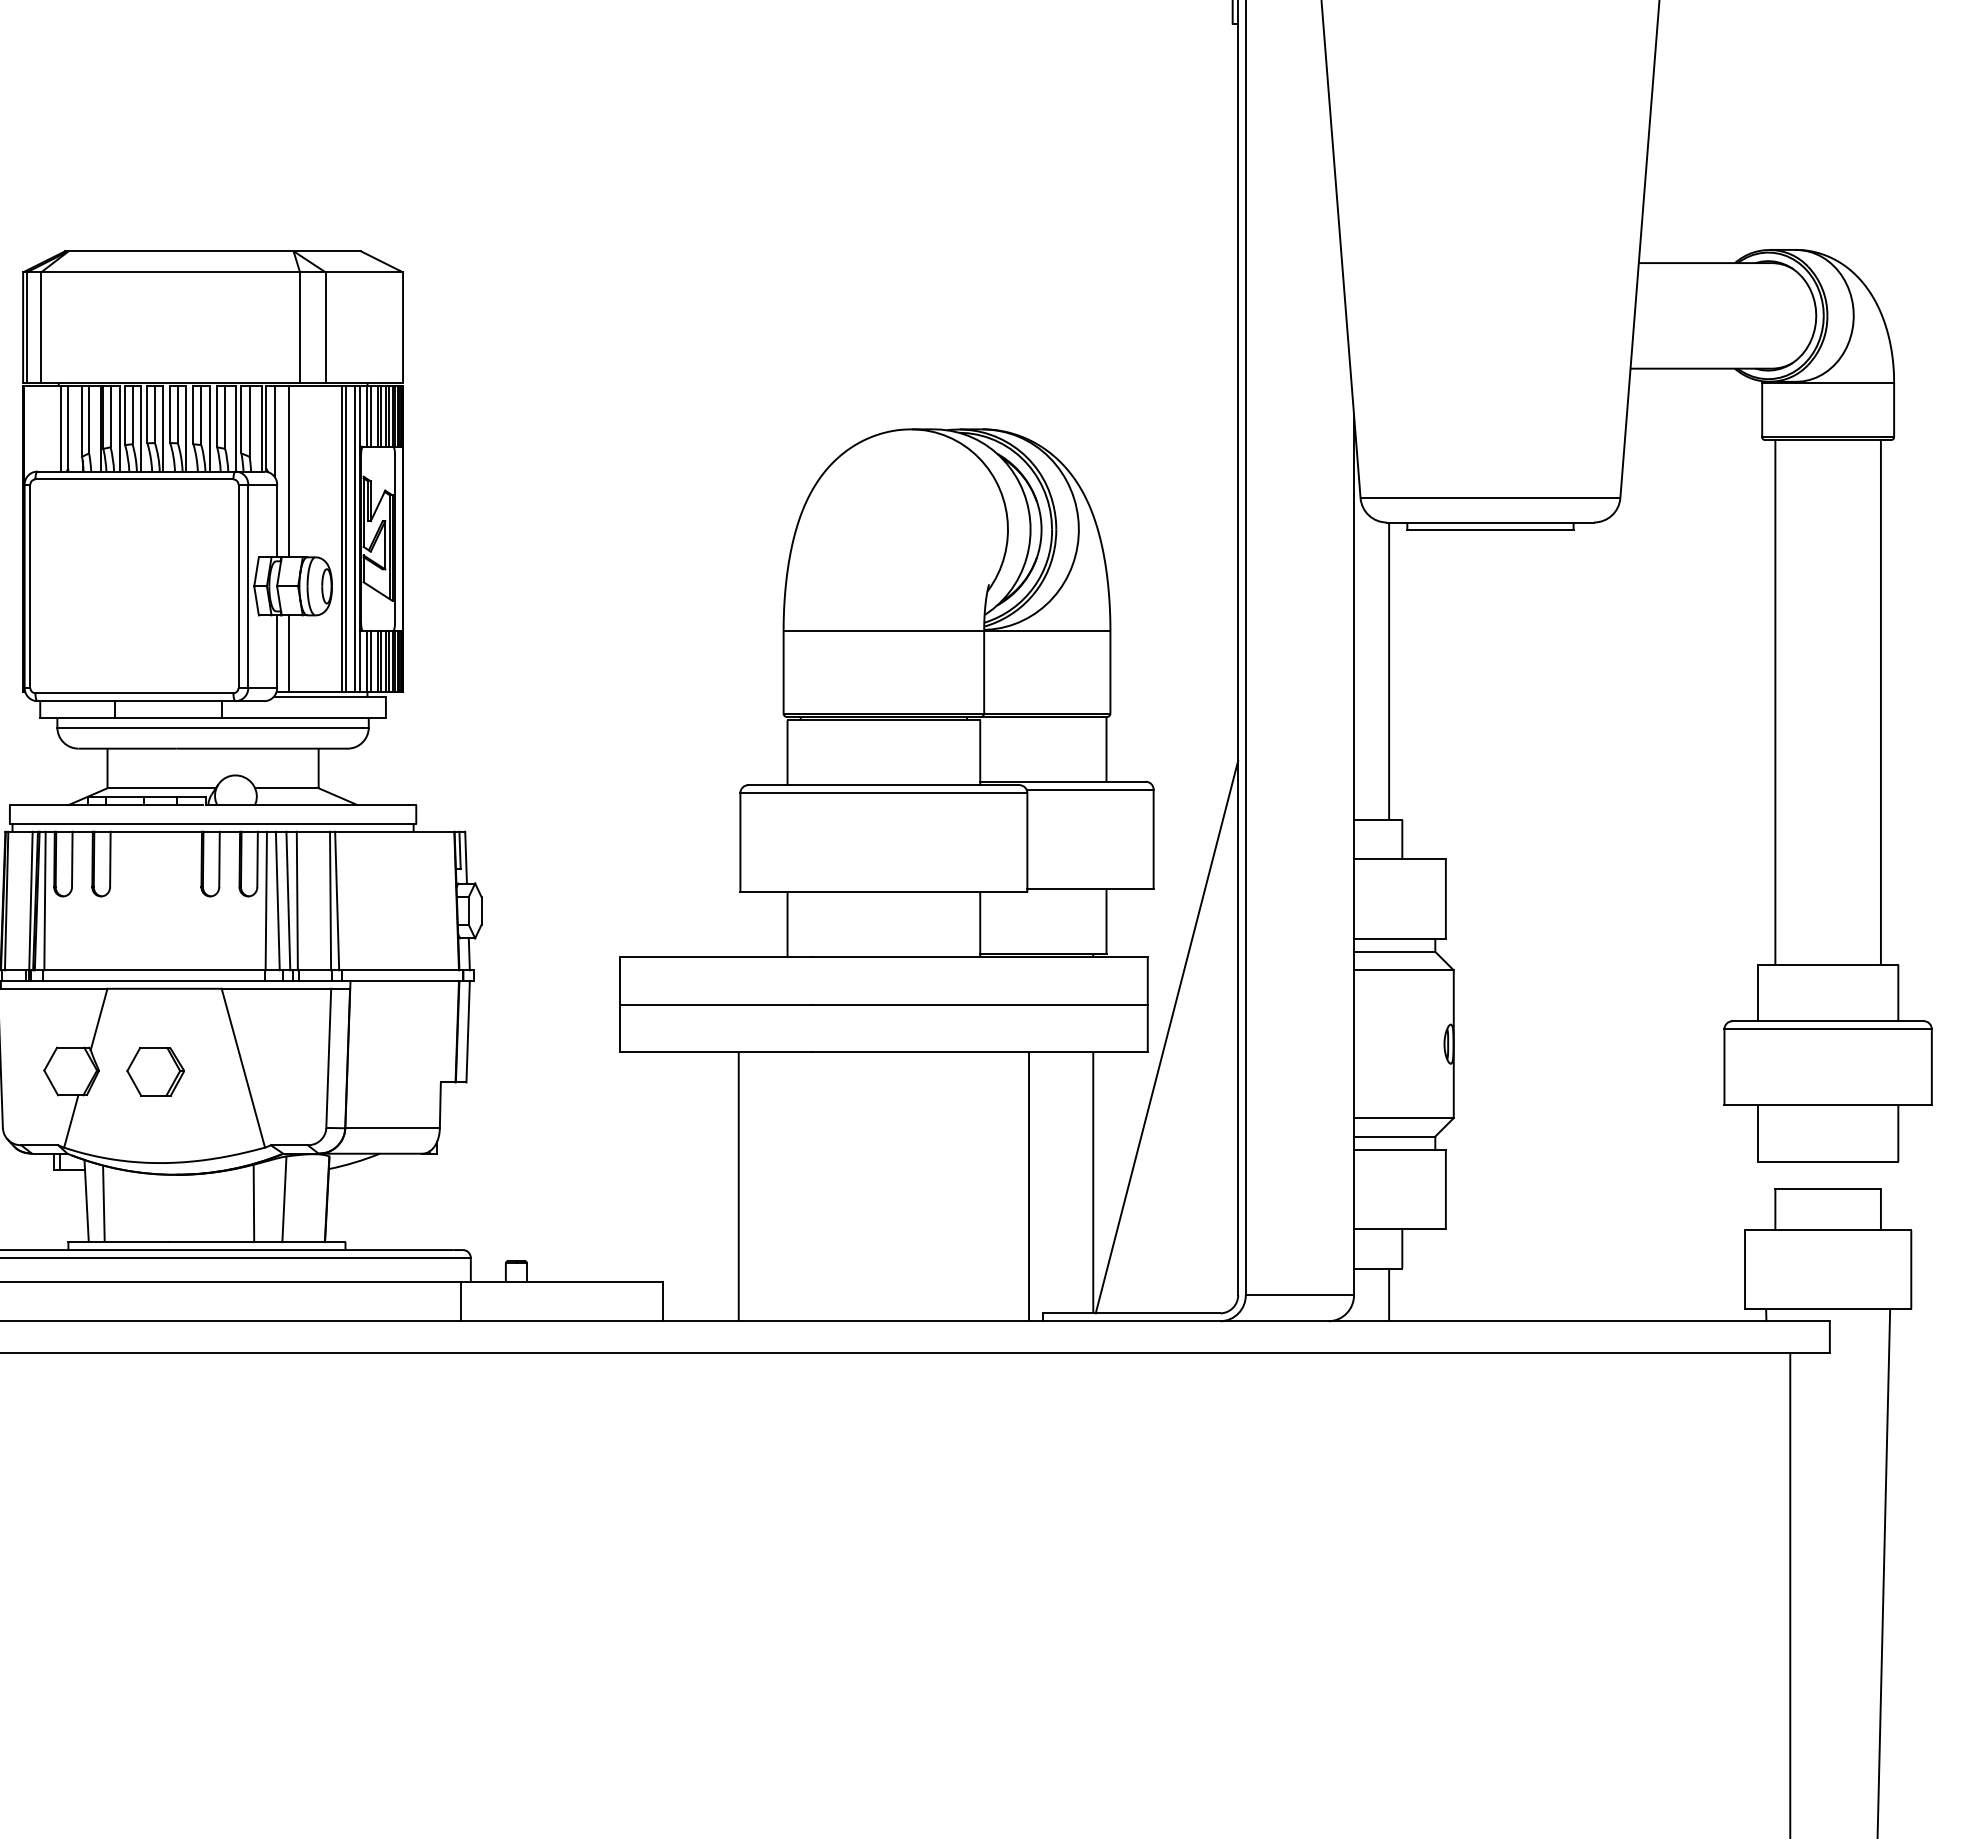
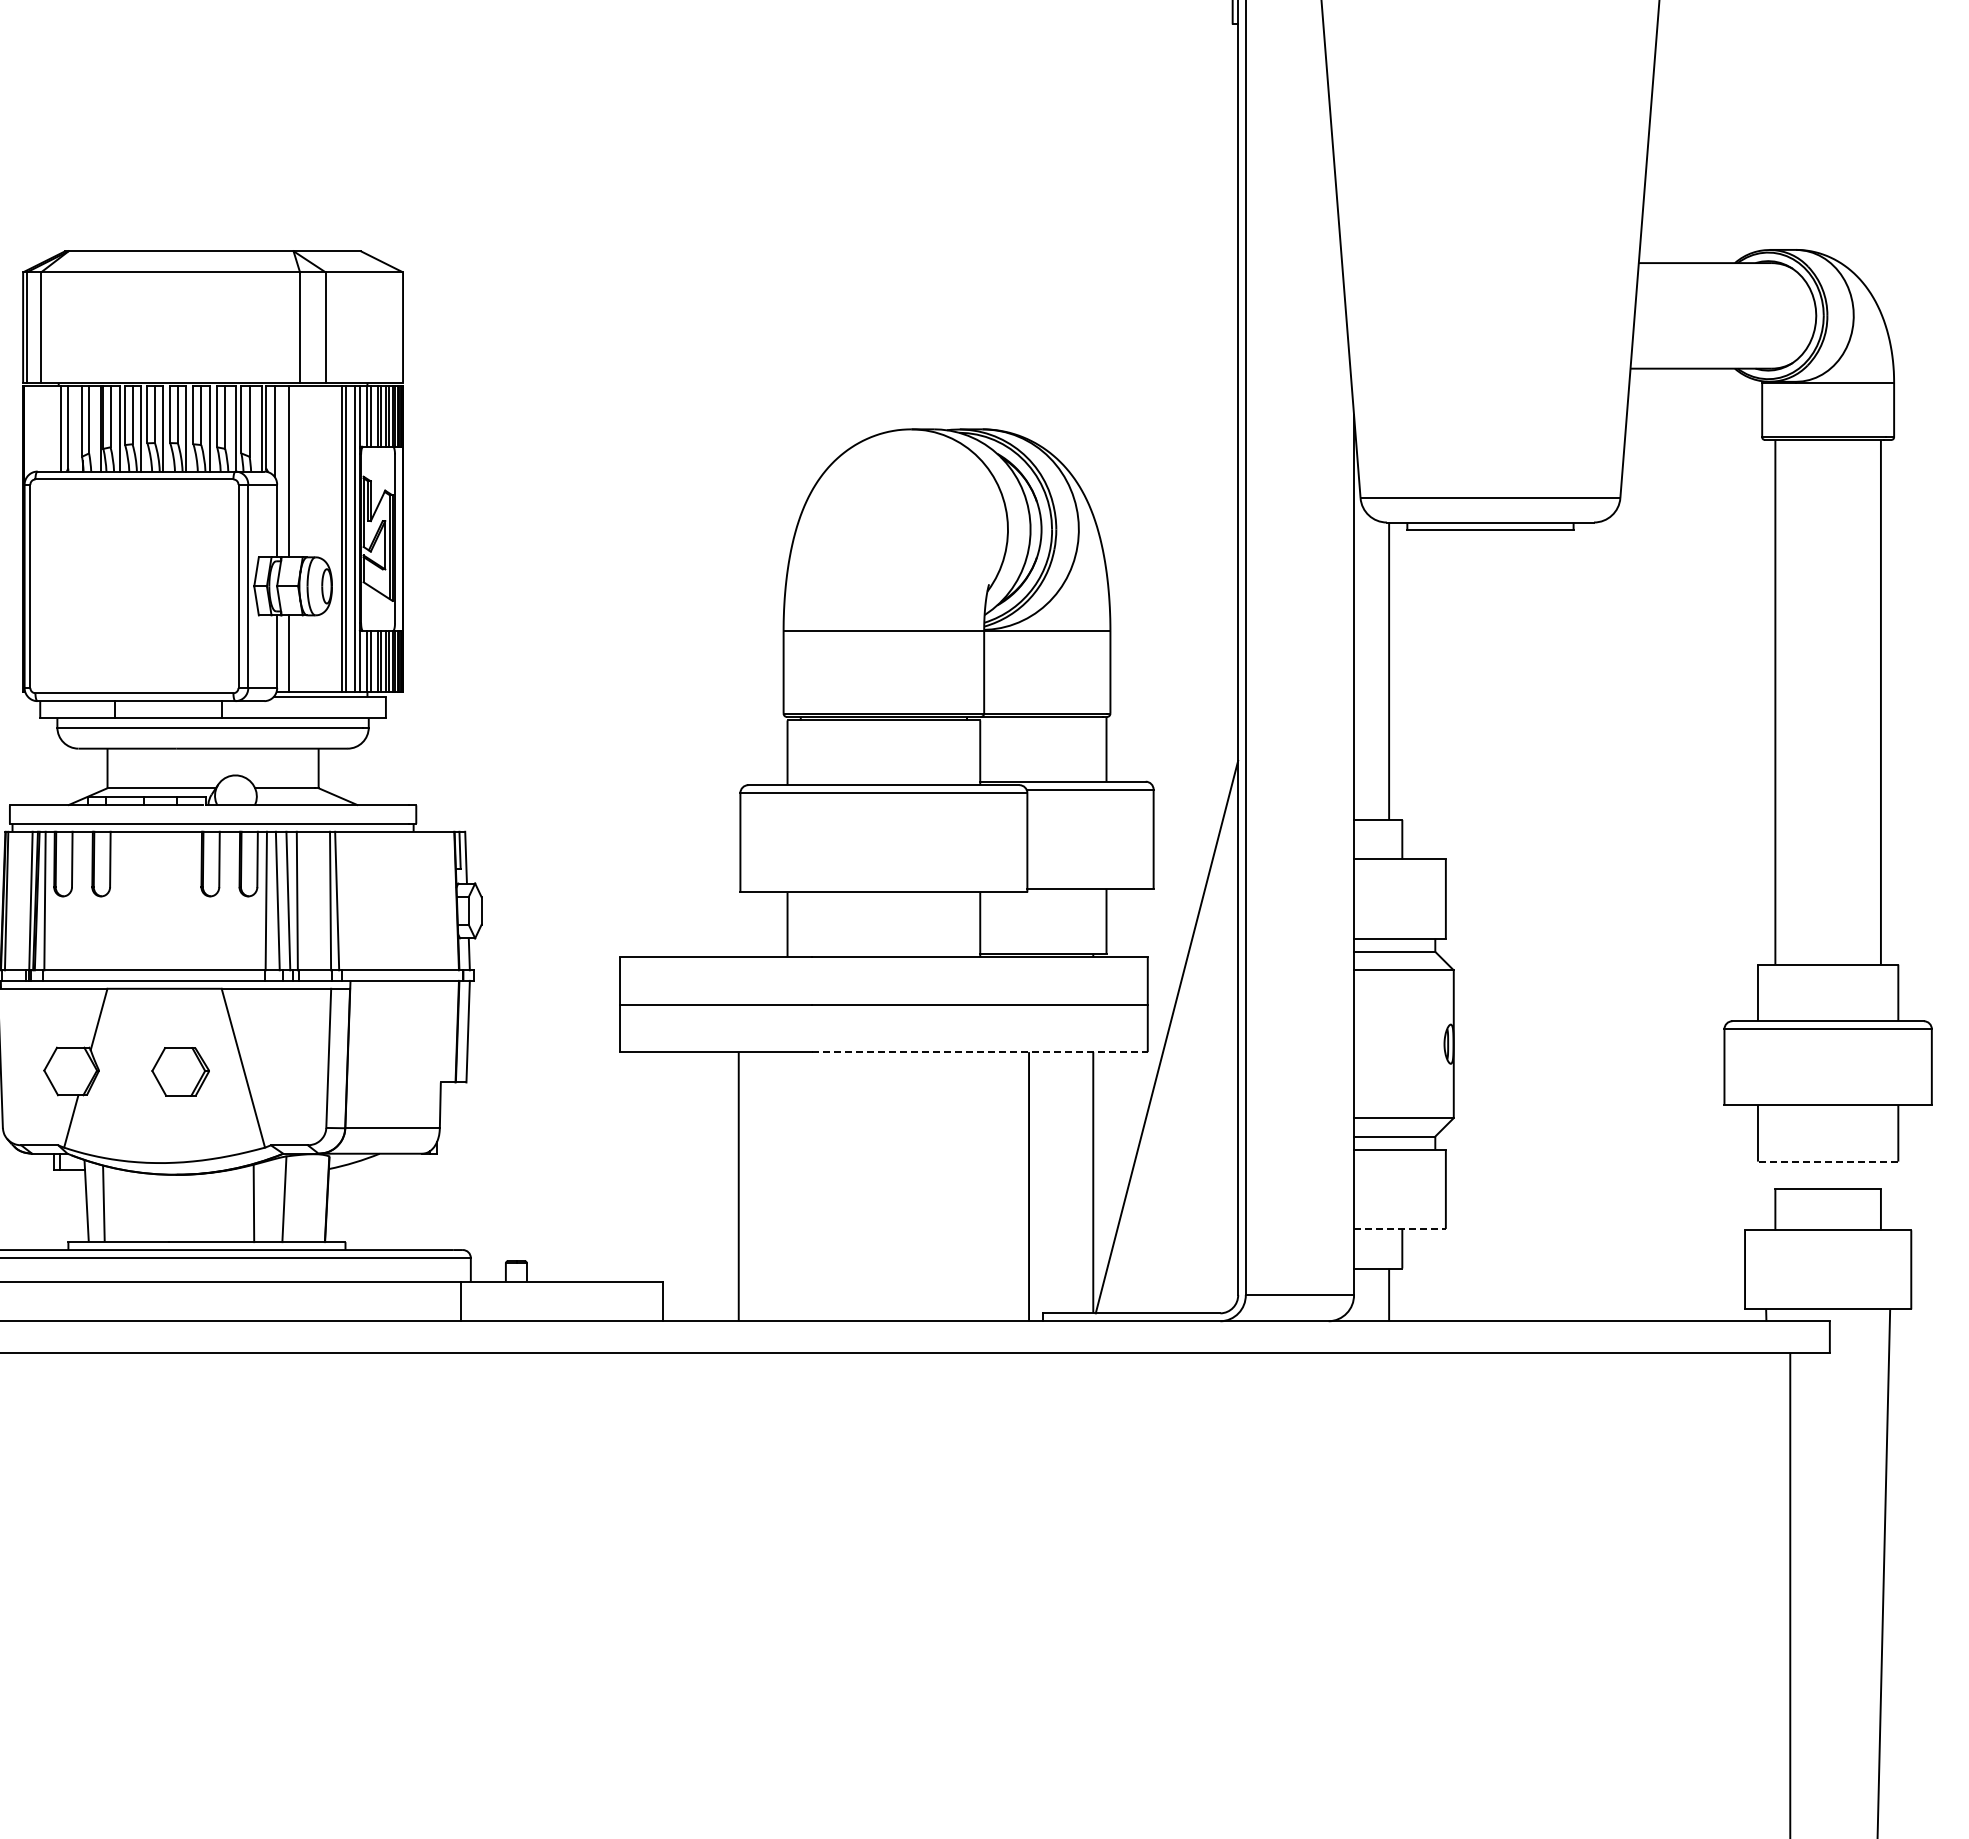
line at (980, 1052): solid -> dashed
part at (155, 1071) position: (155, 1071) -> (180, 1071)
line at (1827, 1161): solid -> dashed
line at (1399, 1228): solid -> dashed
